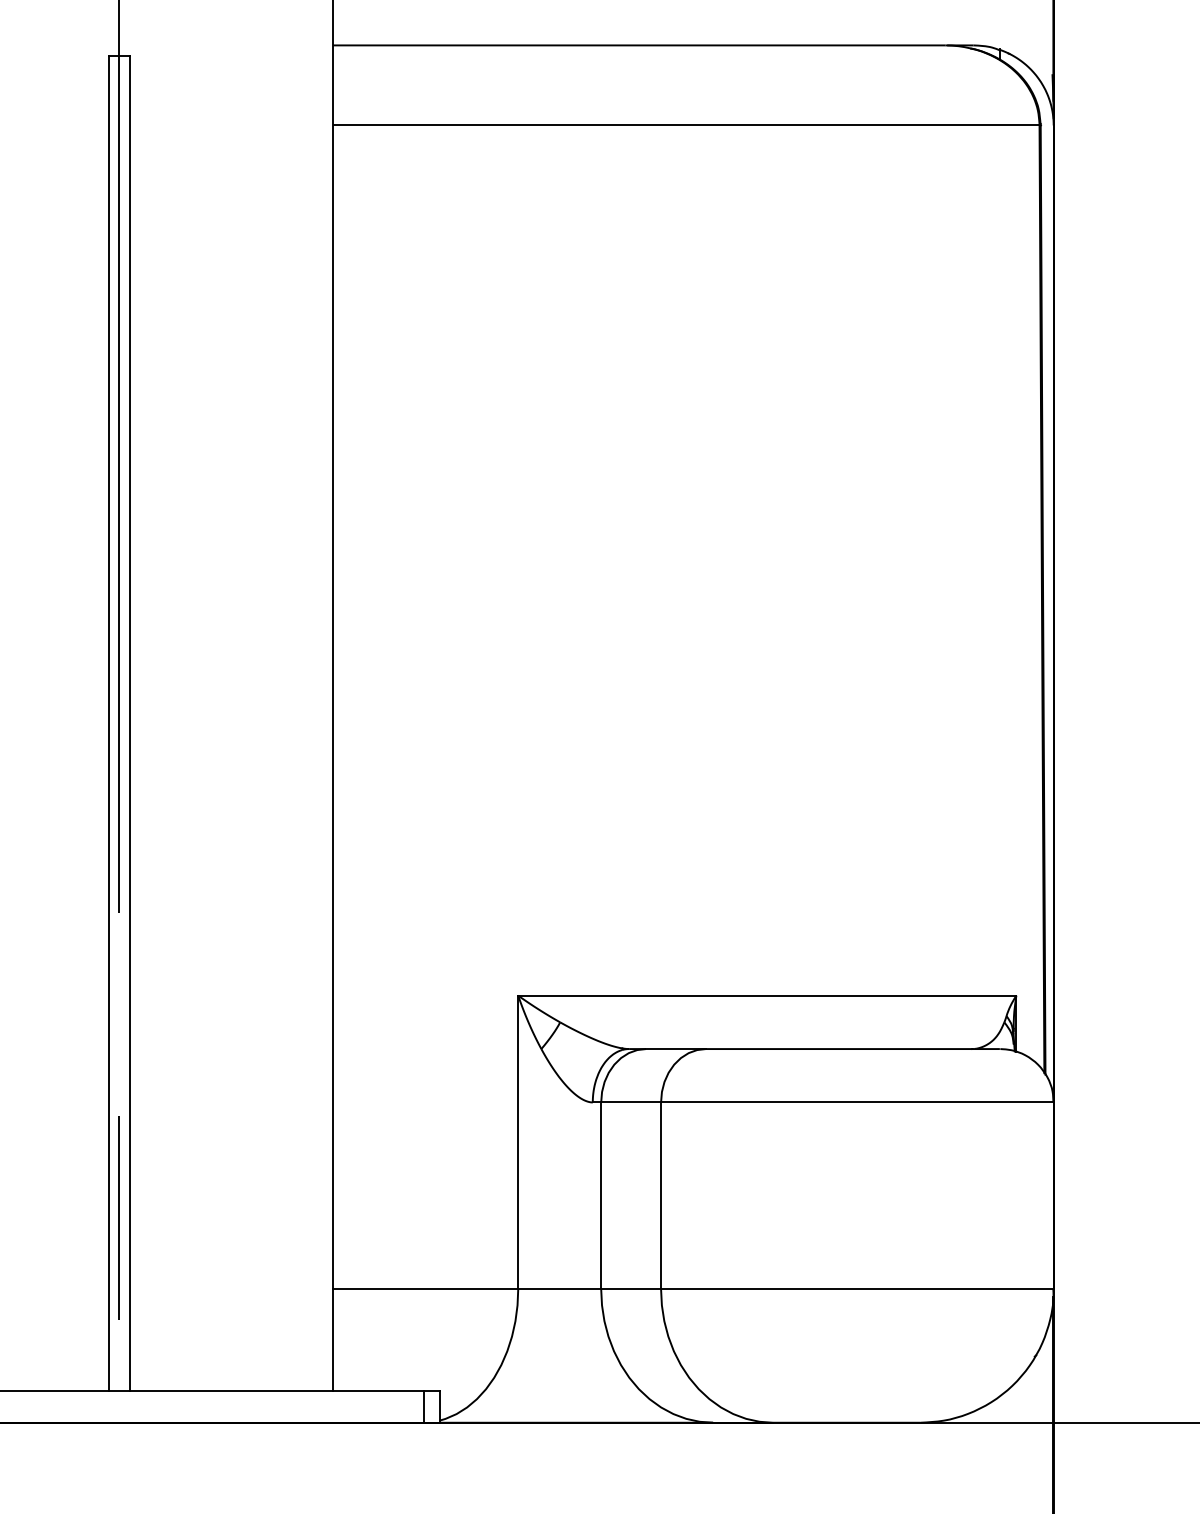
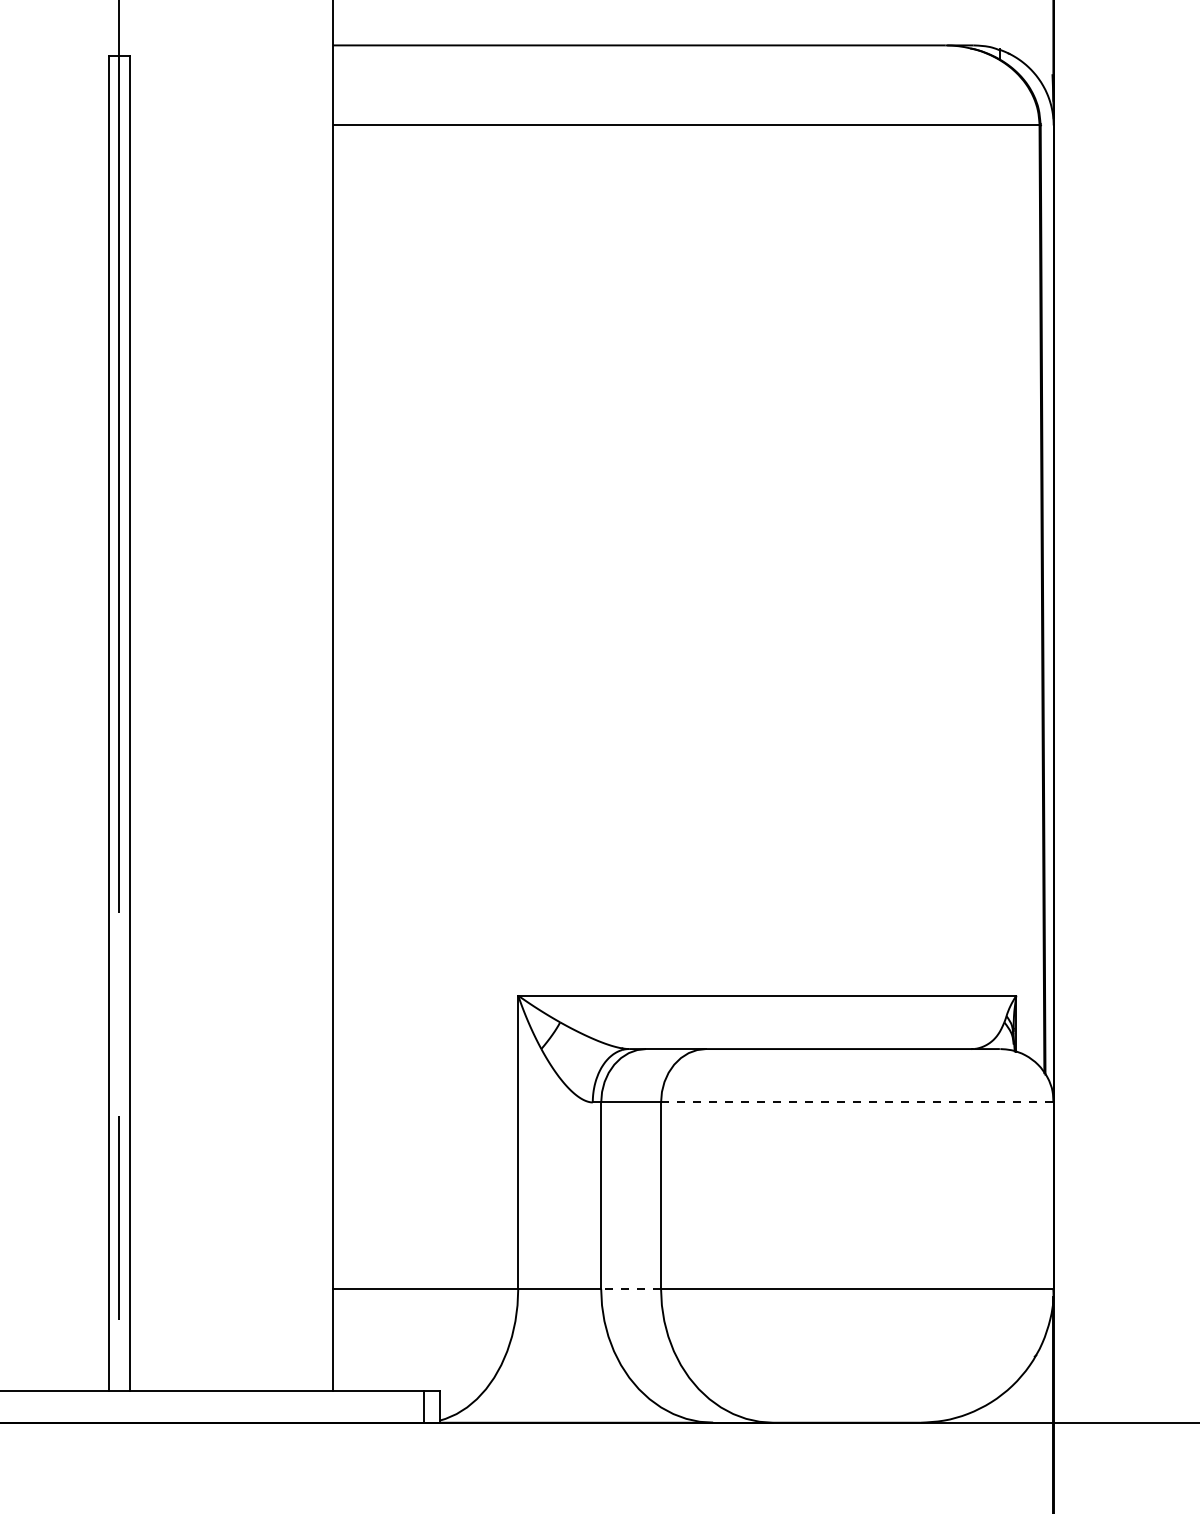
line at (857, 1102): solid -> dashed
line at (631, 1289): solid -> dashed
